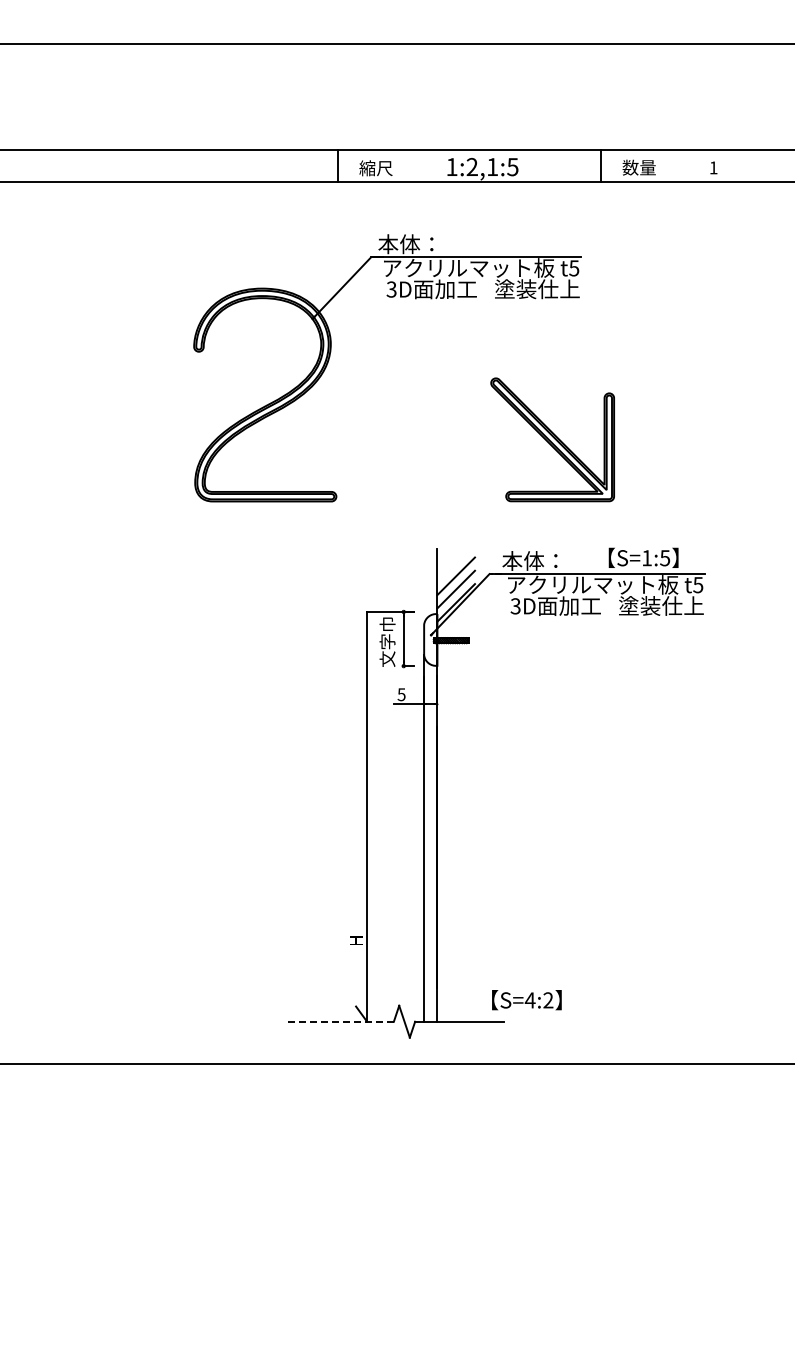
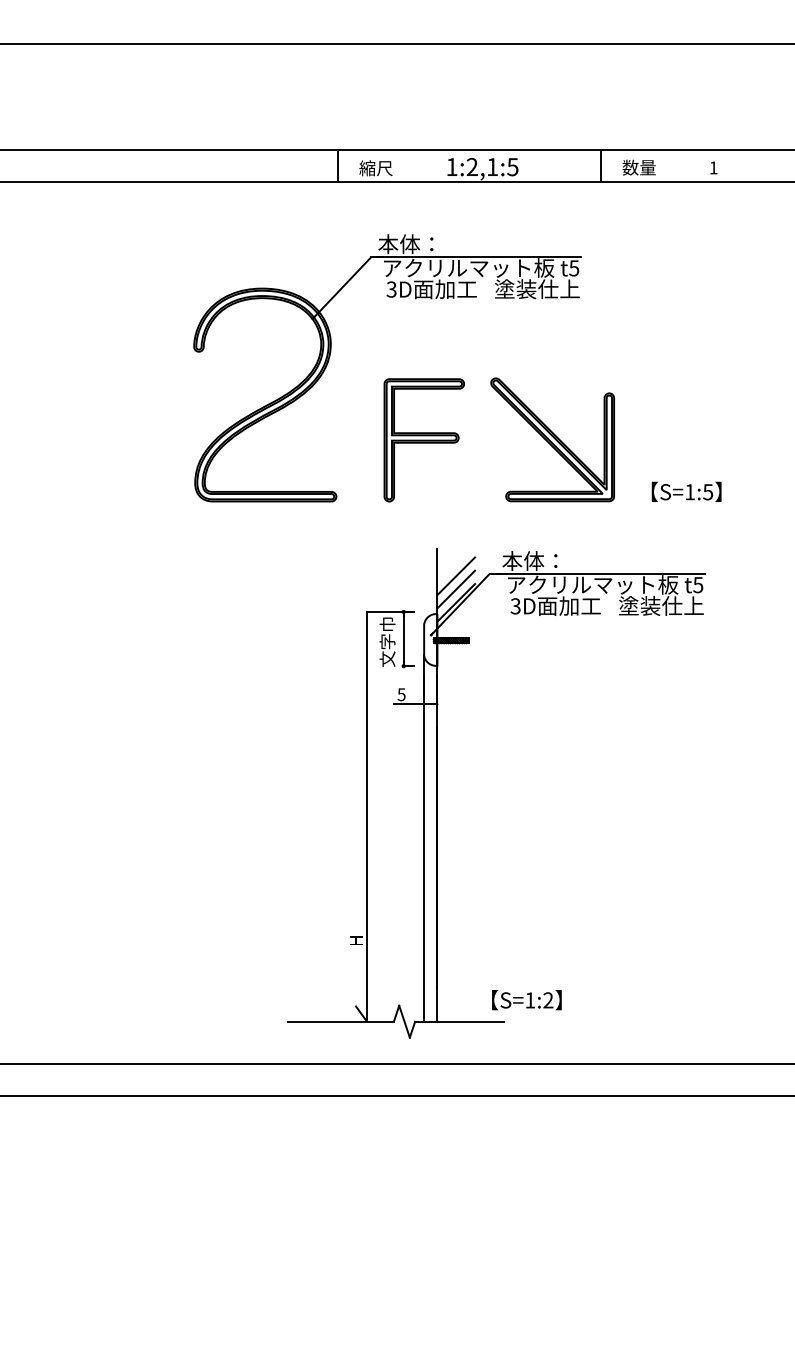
part at (423, 440): none -> present
text at (643, 557) position: (643, 557) -> (686, 491)
text at (529, 1000): S=4:2 -> S=1:2
line at (341, 1021): dashed -> solid
line at (396, 1096): none -> present
